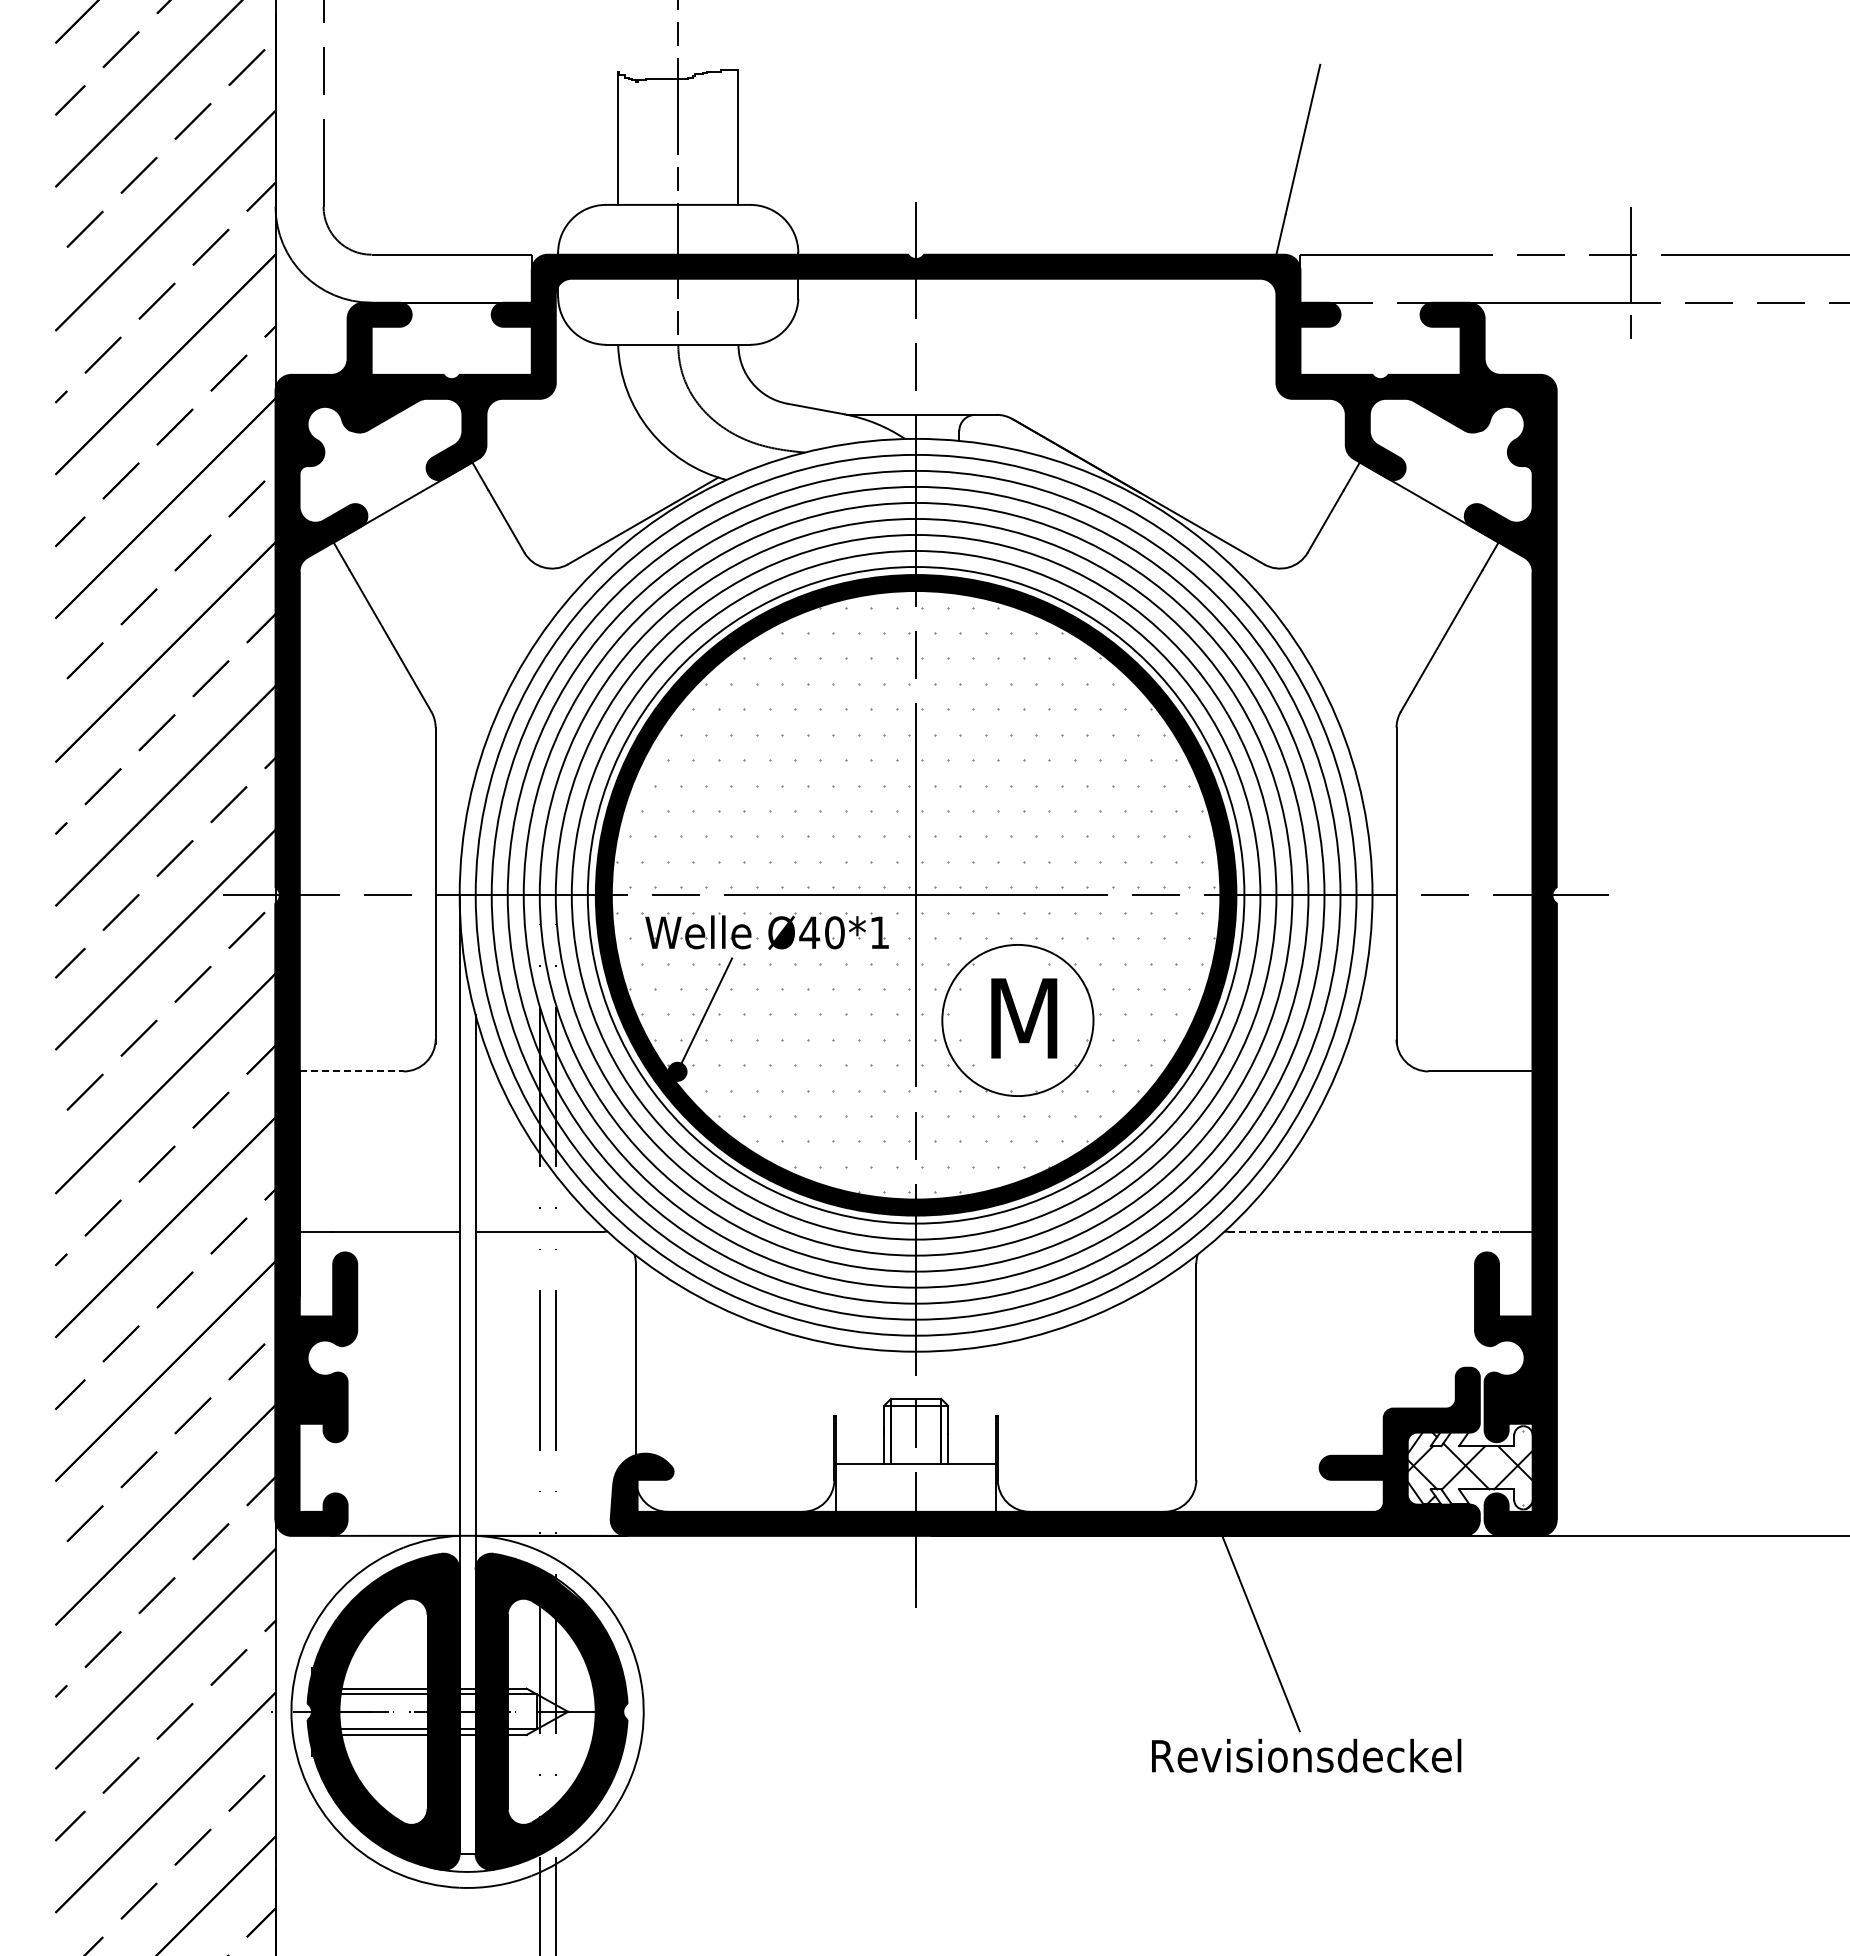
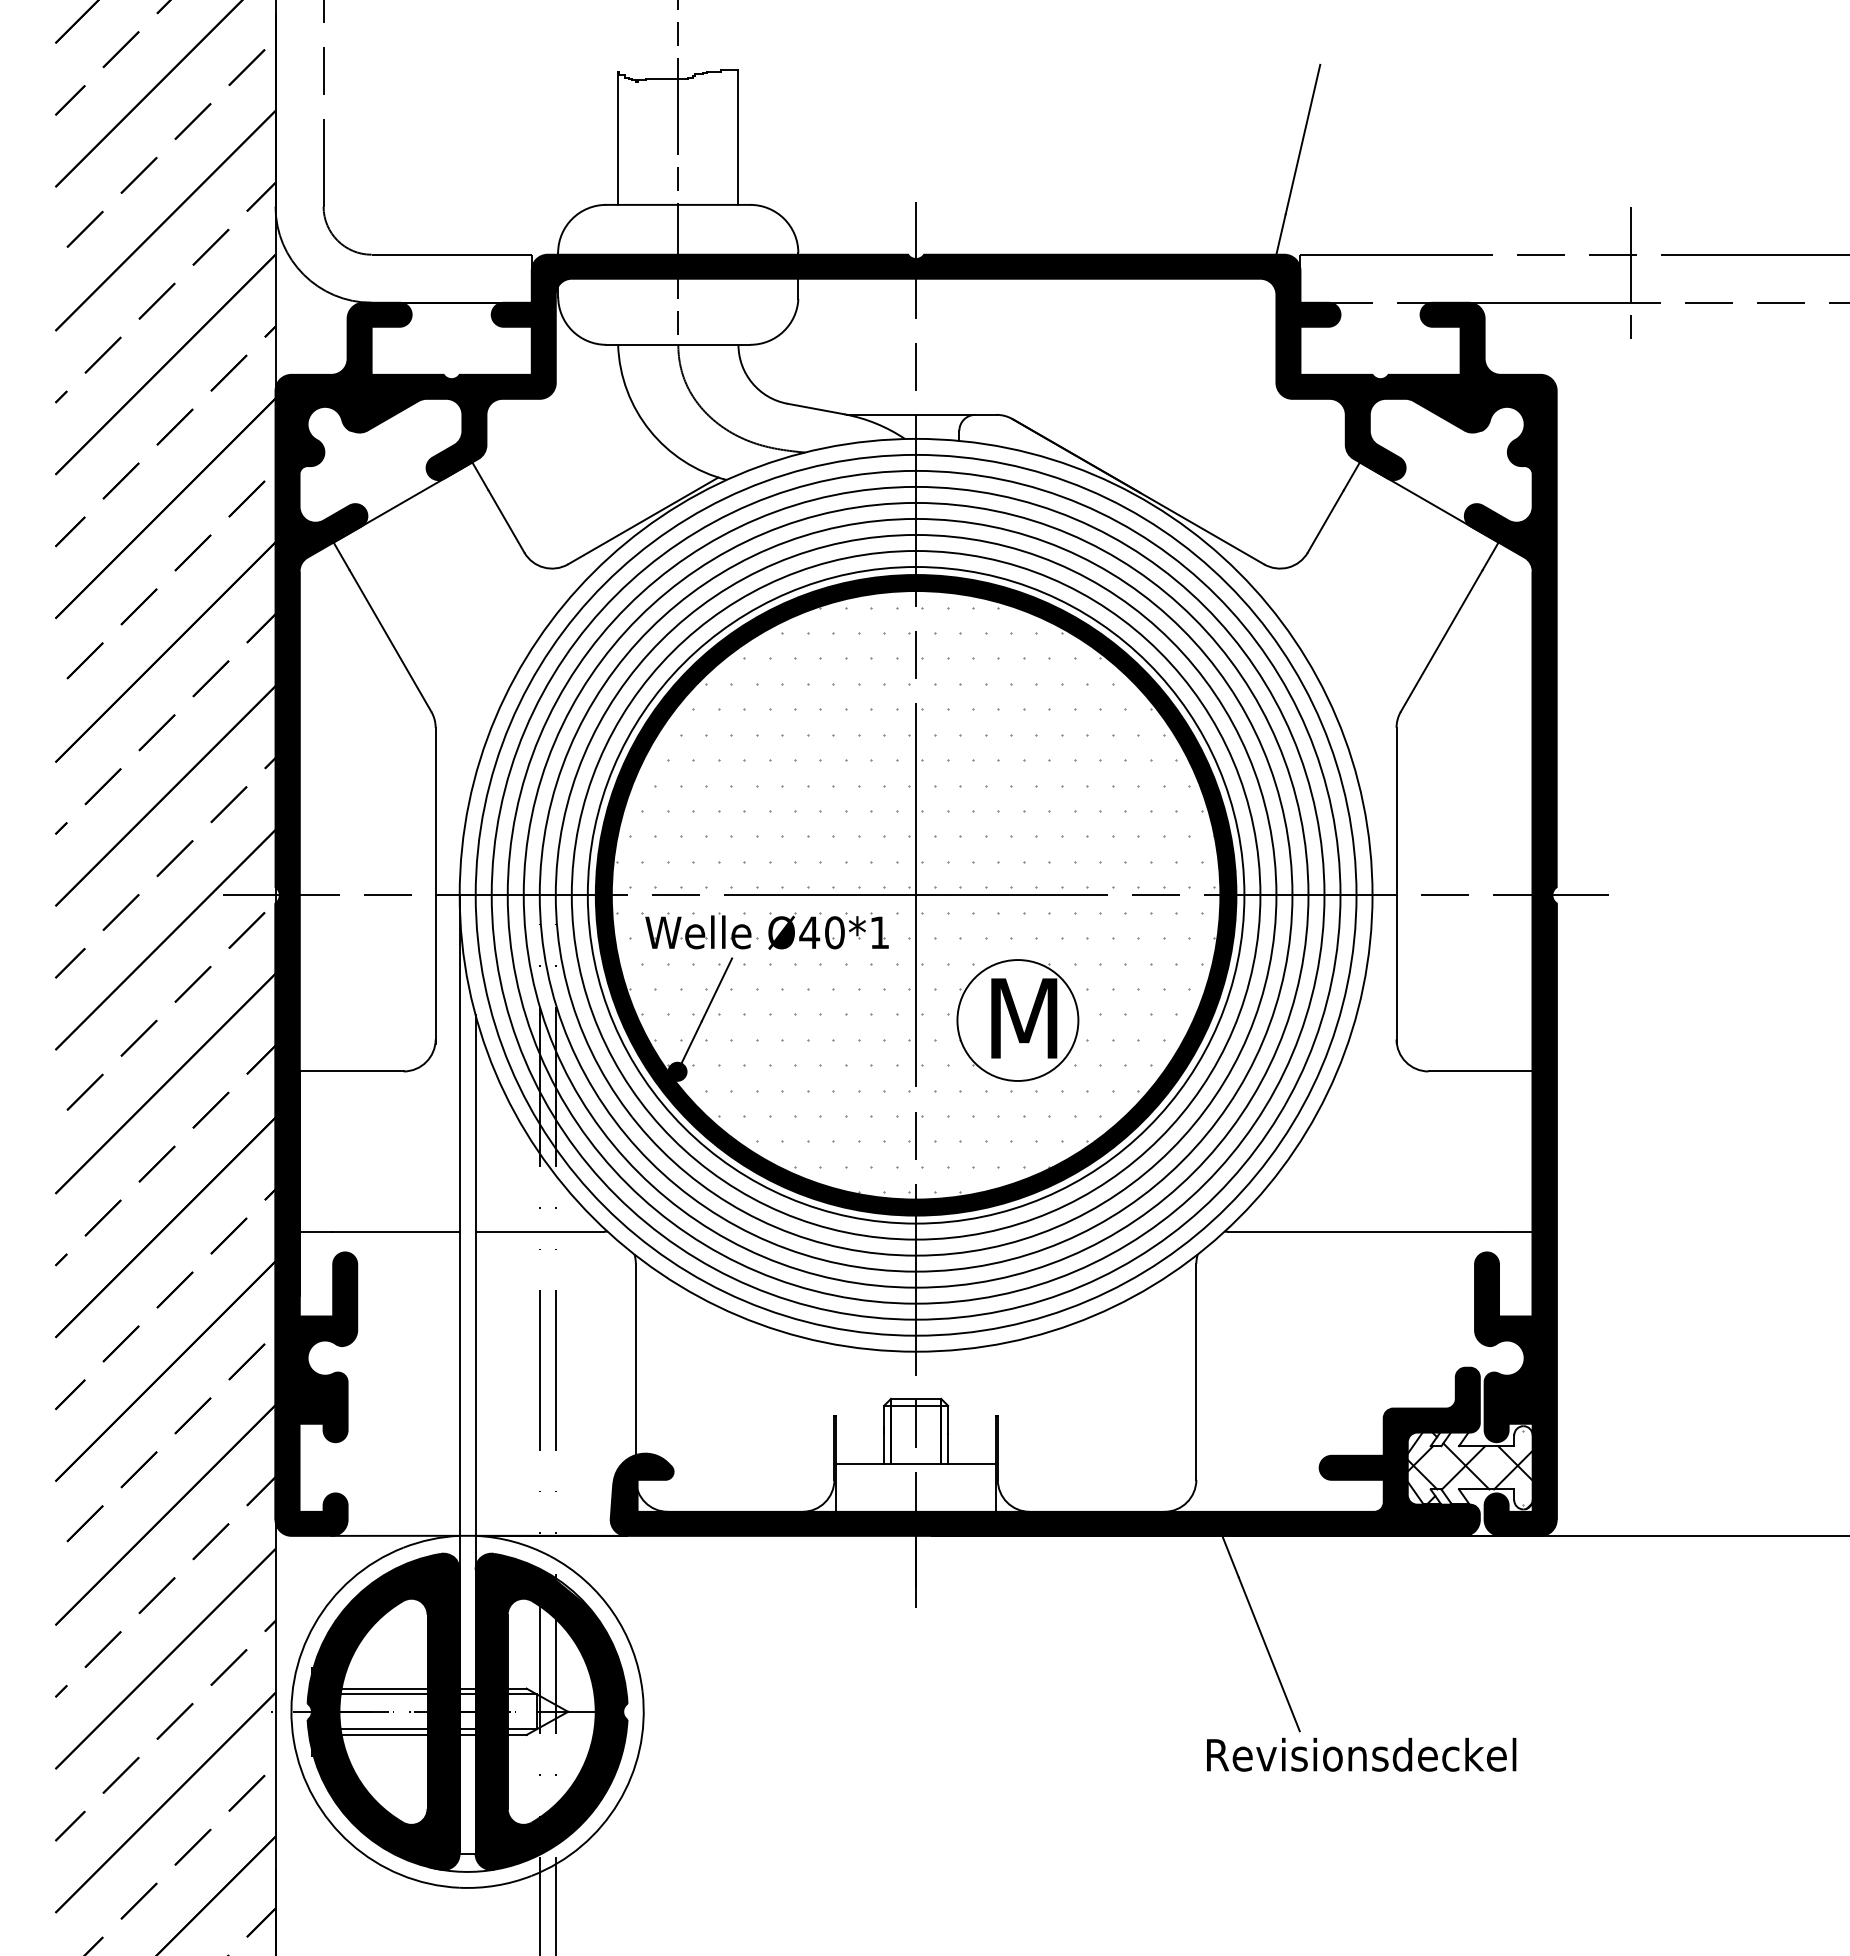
circle at (1017, 1020) diameter: 151 px -> 121 px
line at (352, 1071): dashed -> solid
line at (1365, 1231): dashed -> solid
text at (1306, 1755) position: (1306, 1755) -> (1361, 1754)
